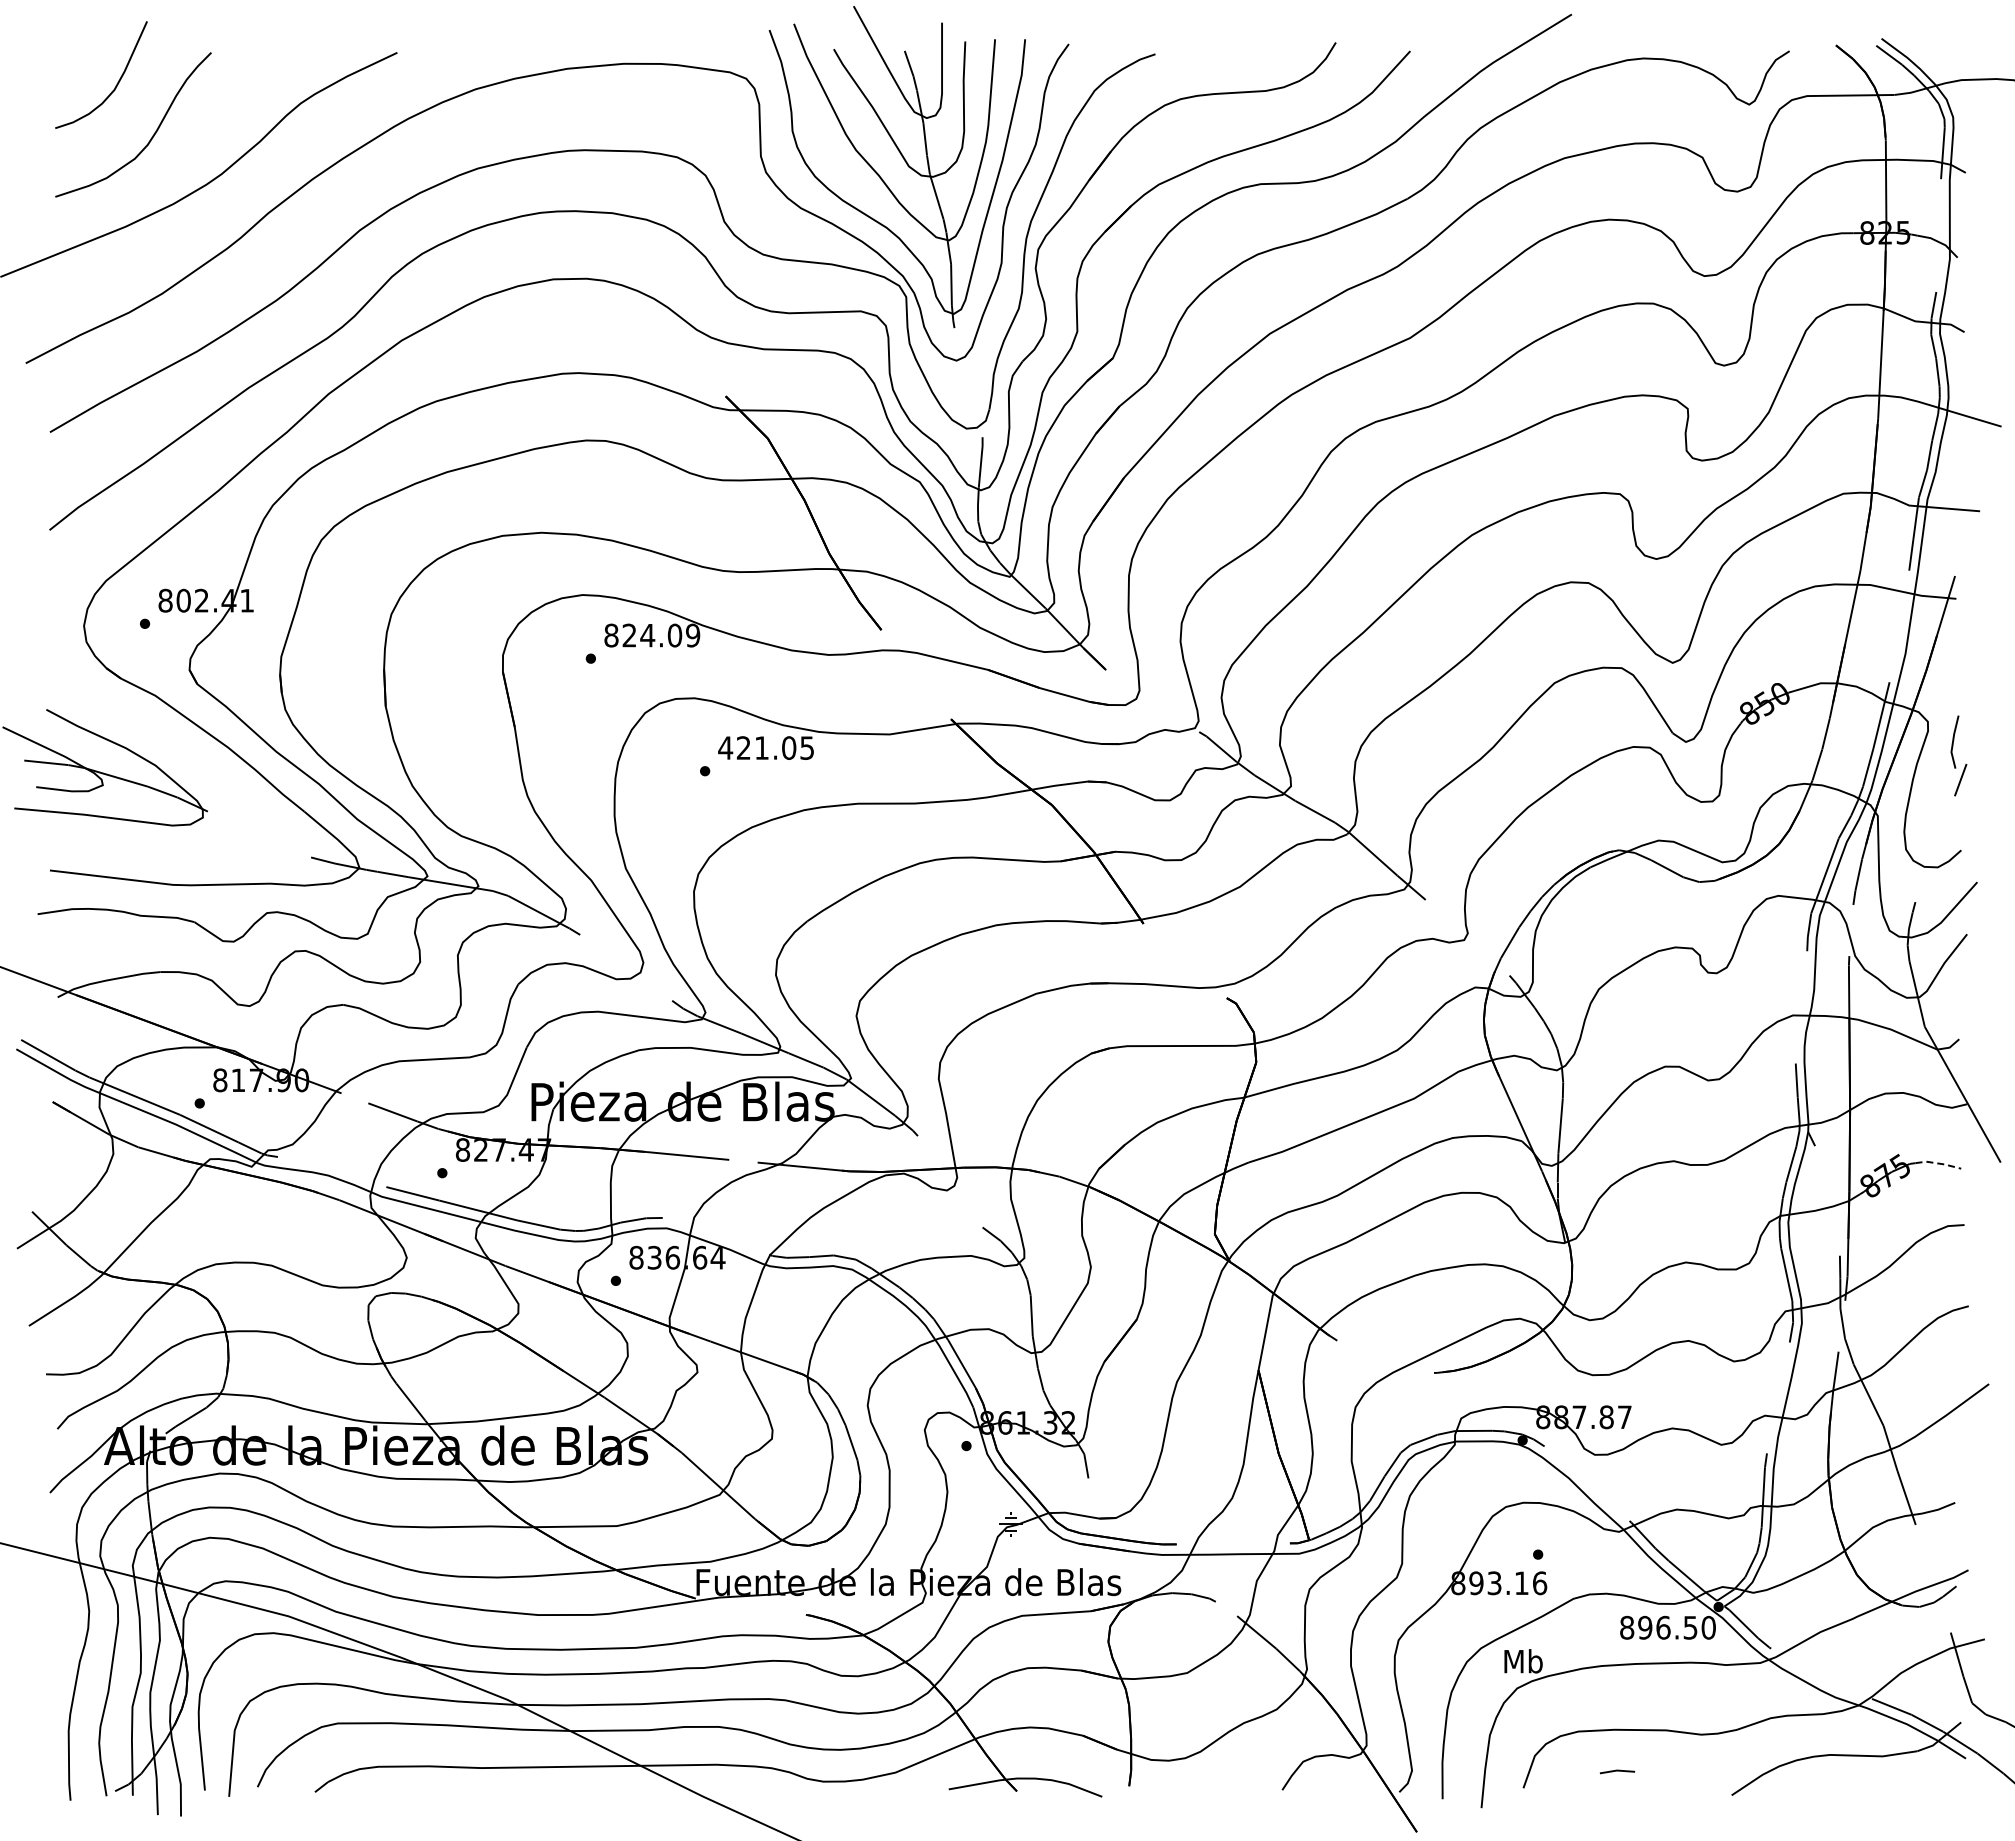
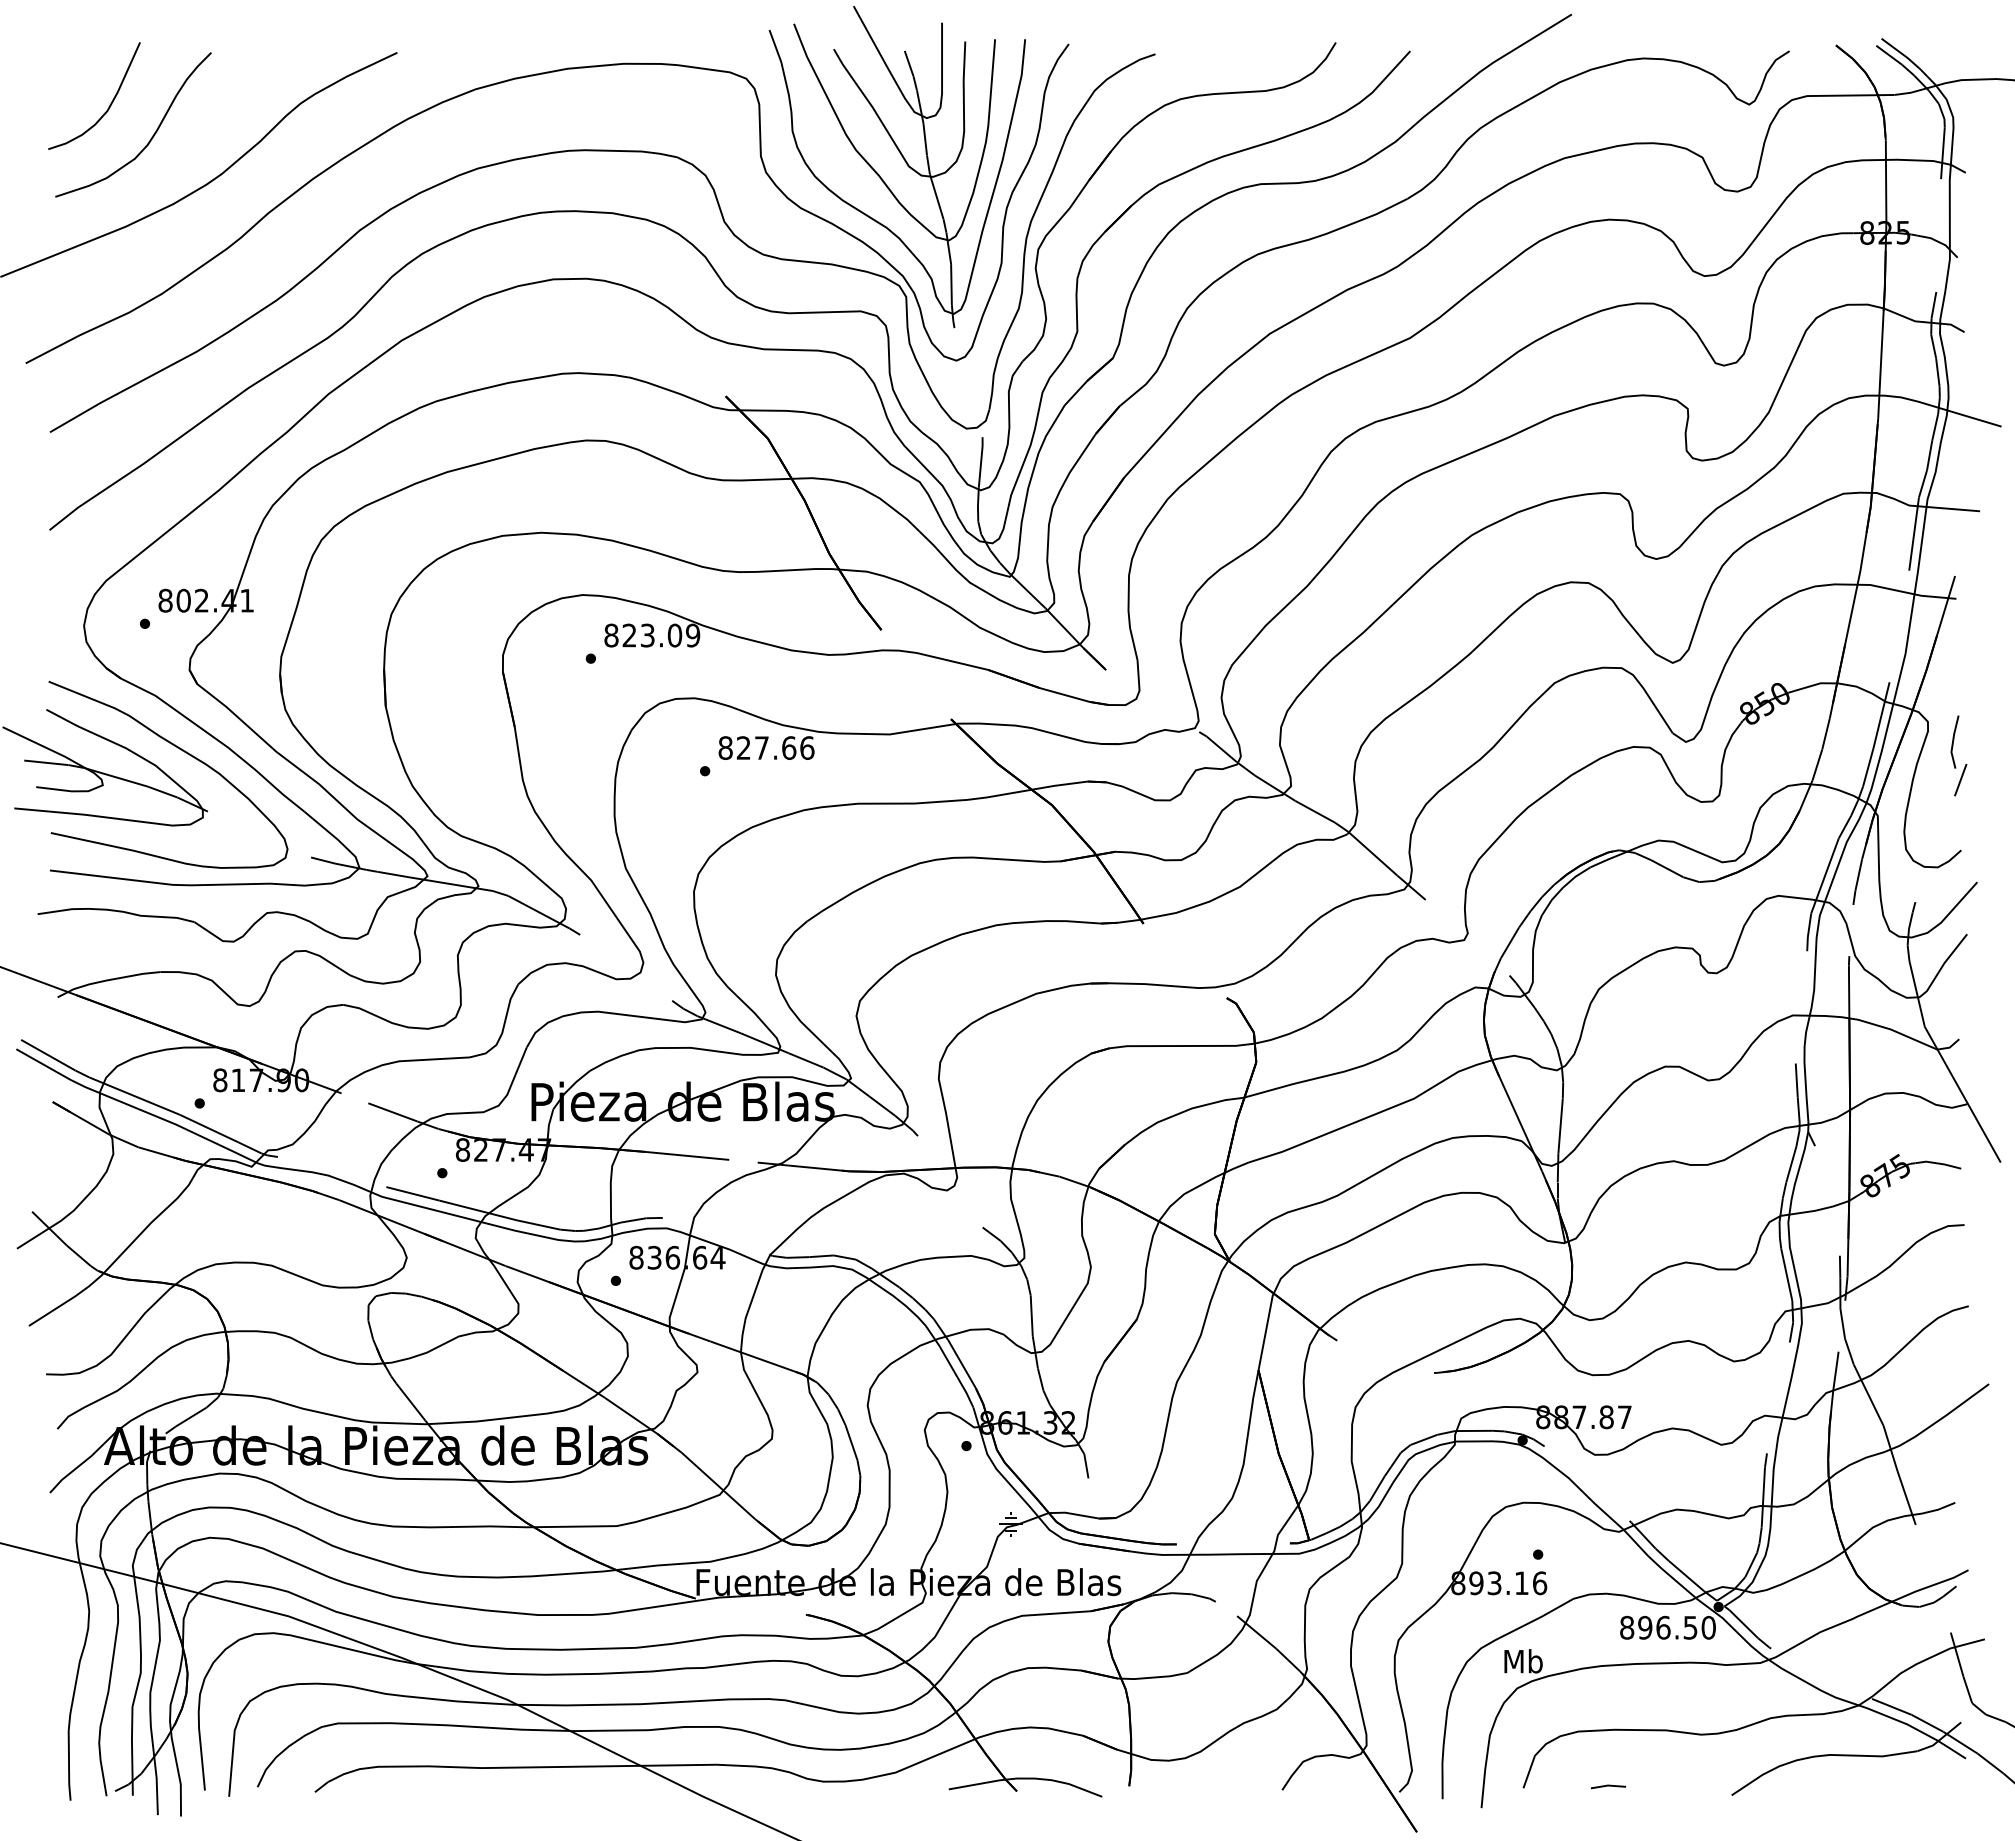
curve at (115, 85) position: (115, 85) -> (108, 106)
text at (647, 635): 824.09 -> 823.09
text at (766, 747): 421.05 -> 827.66
curve at (182, 751): none -> present
line at (1938, 1163): dashed -> solid
line at (1617, 1771) position: (1617, 1771) -> (1608, 1786)
